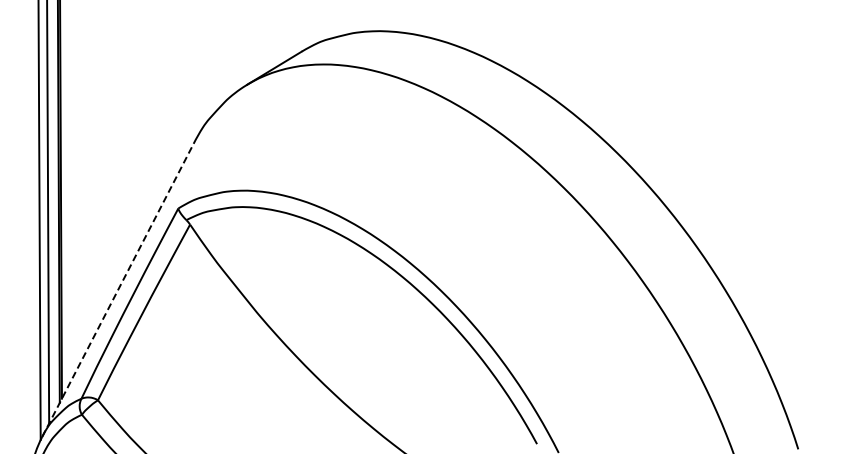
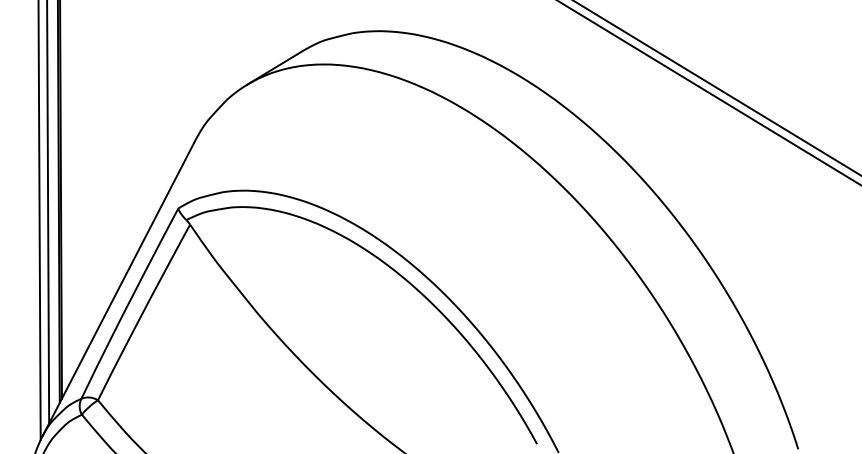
line at (717, 87): none -> present
line at (709, 92): none -> present
line at (117, 290): dashed -> solid
